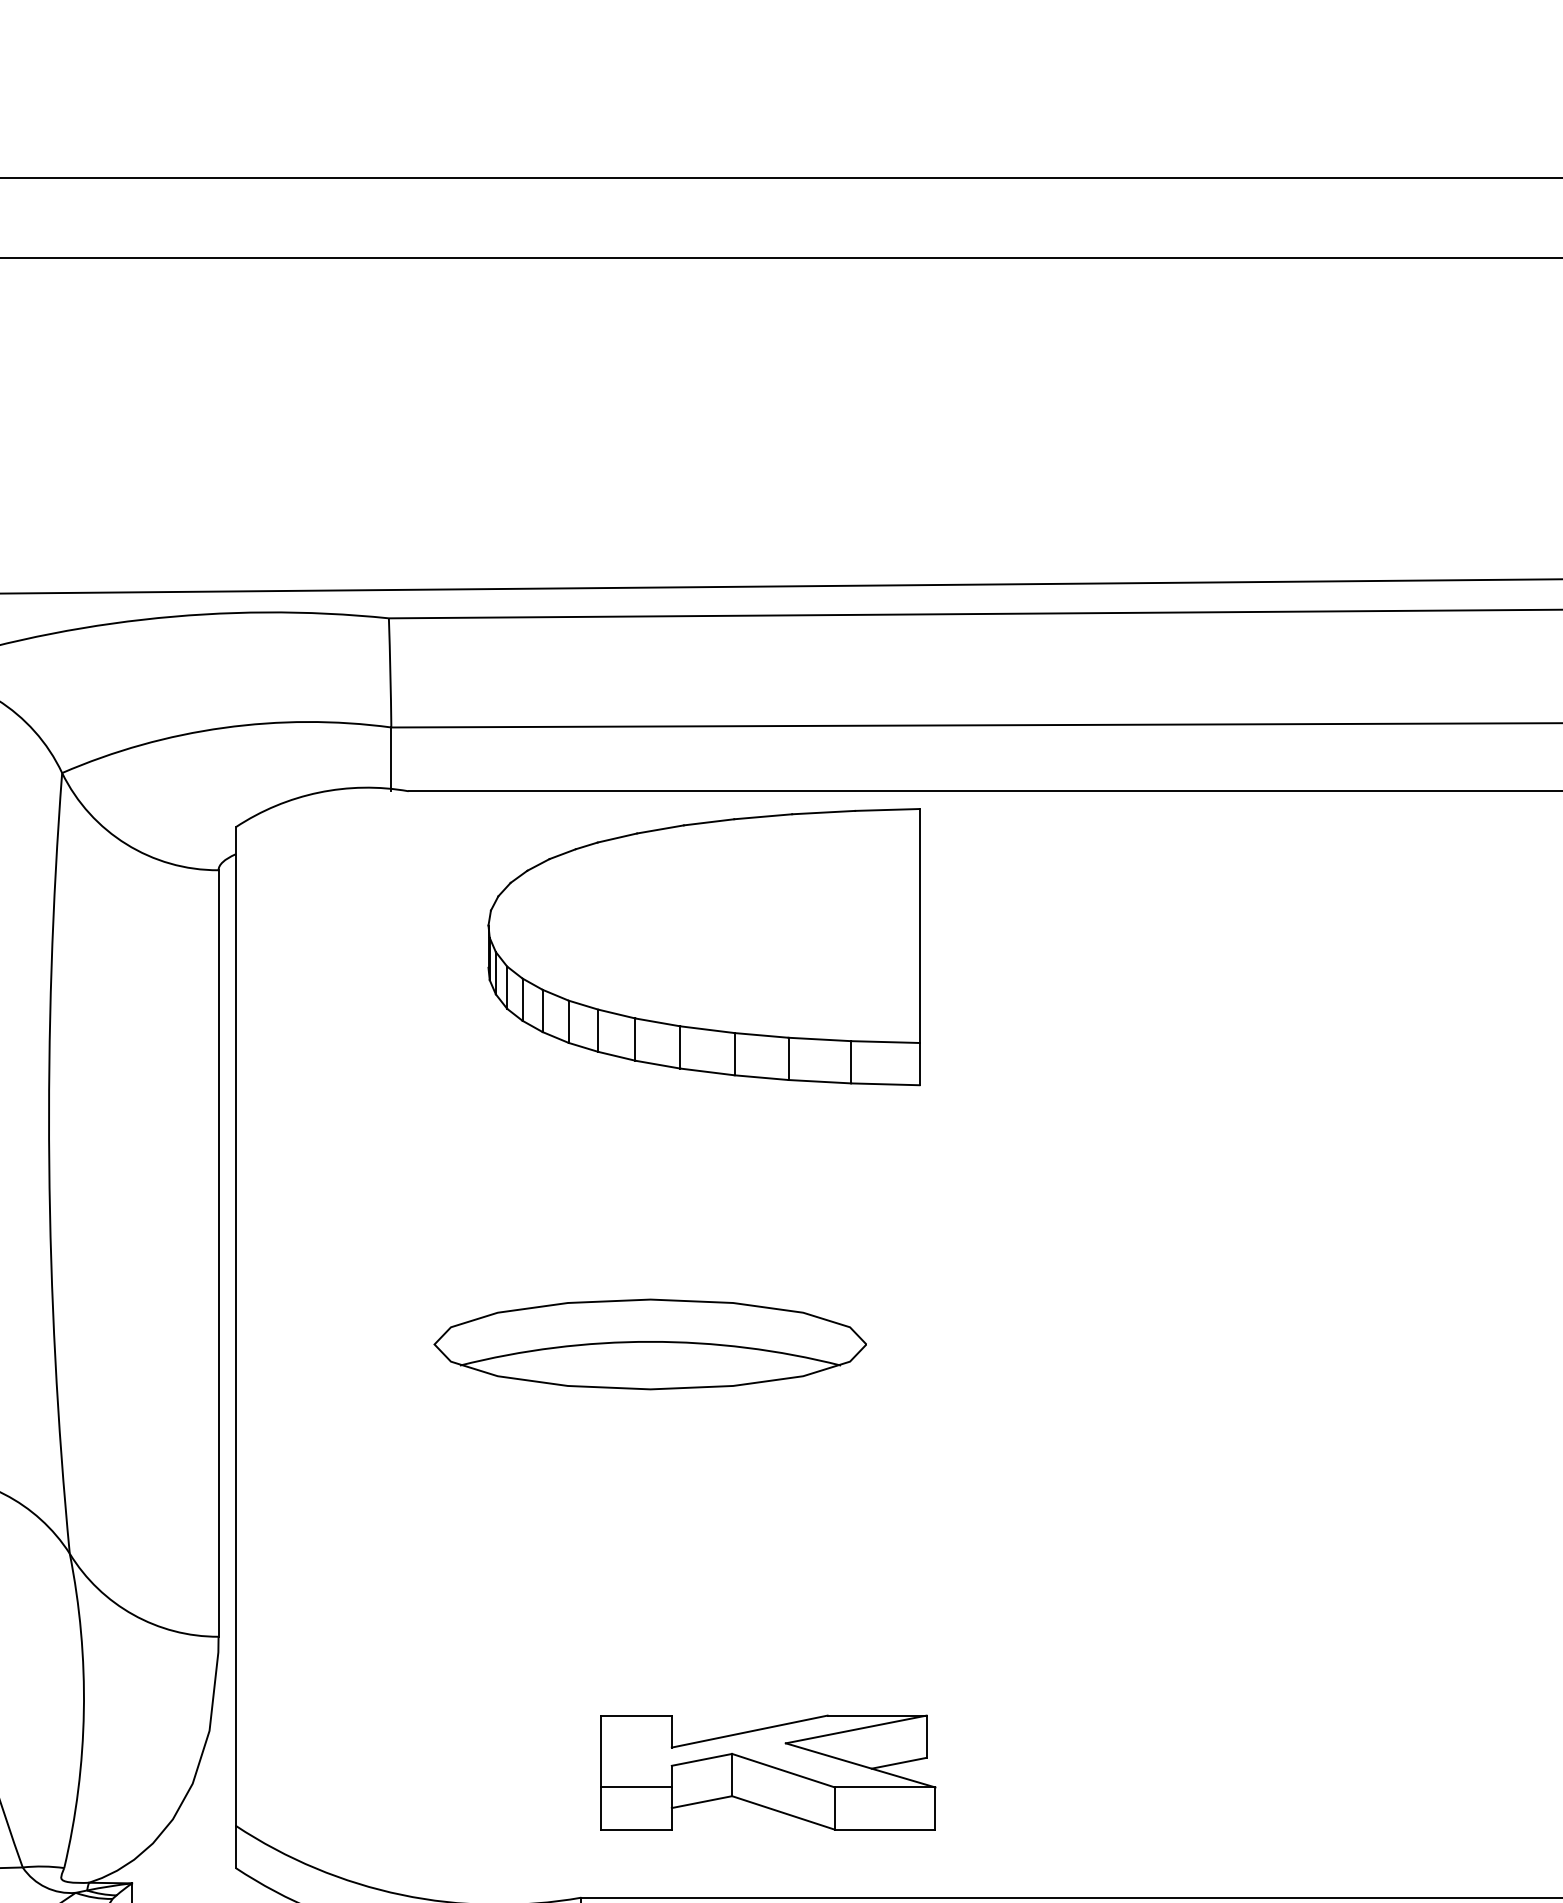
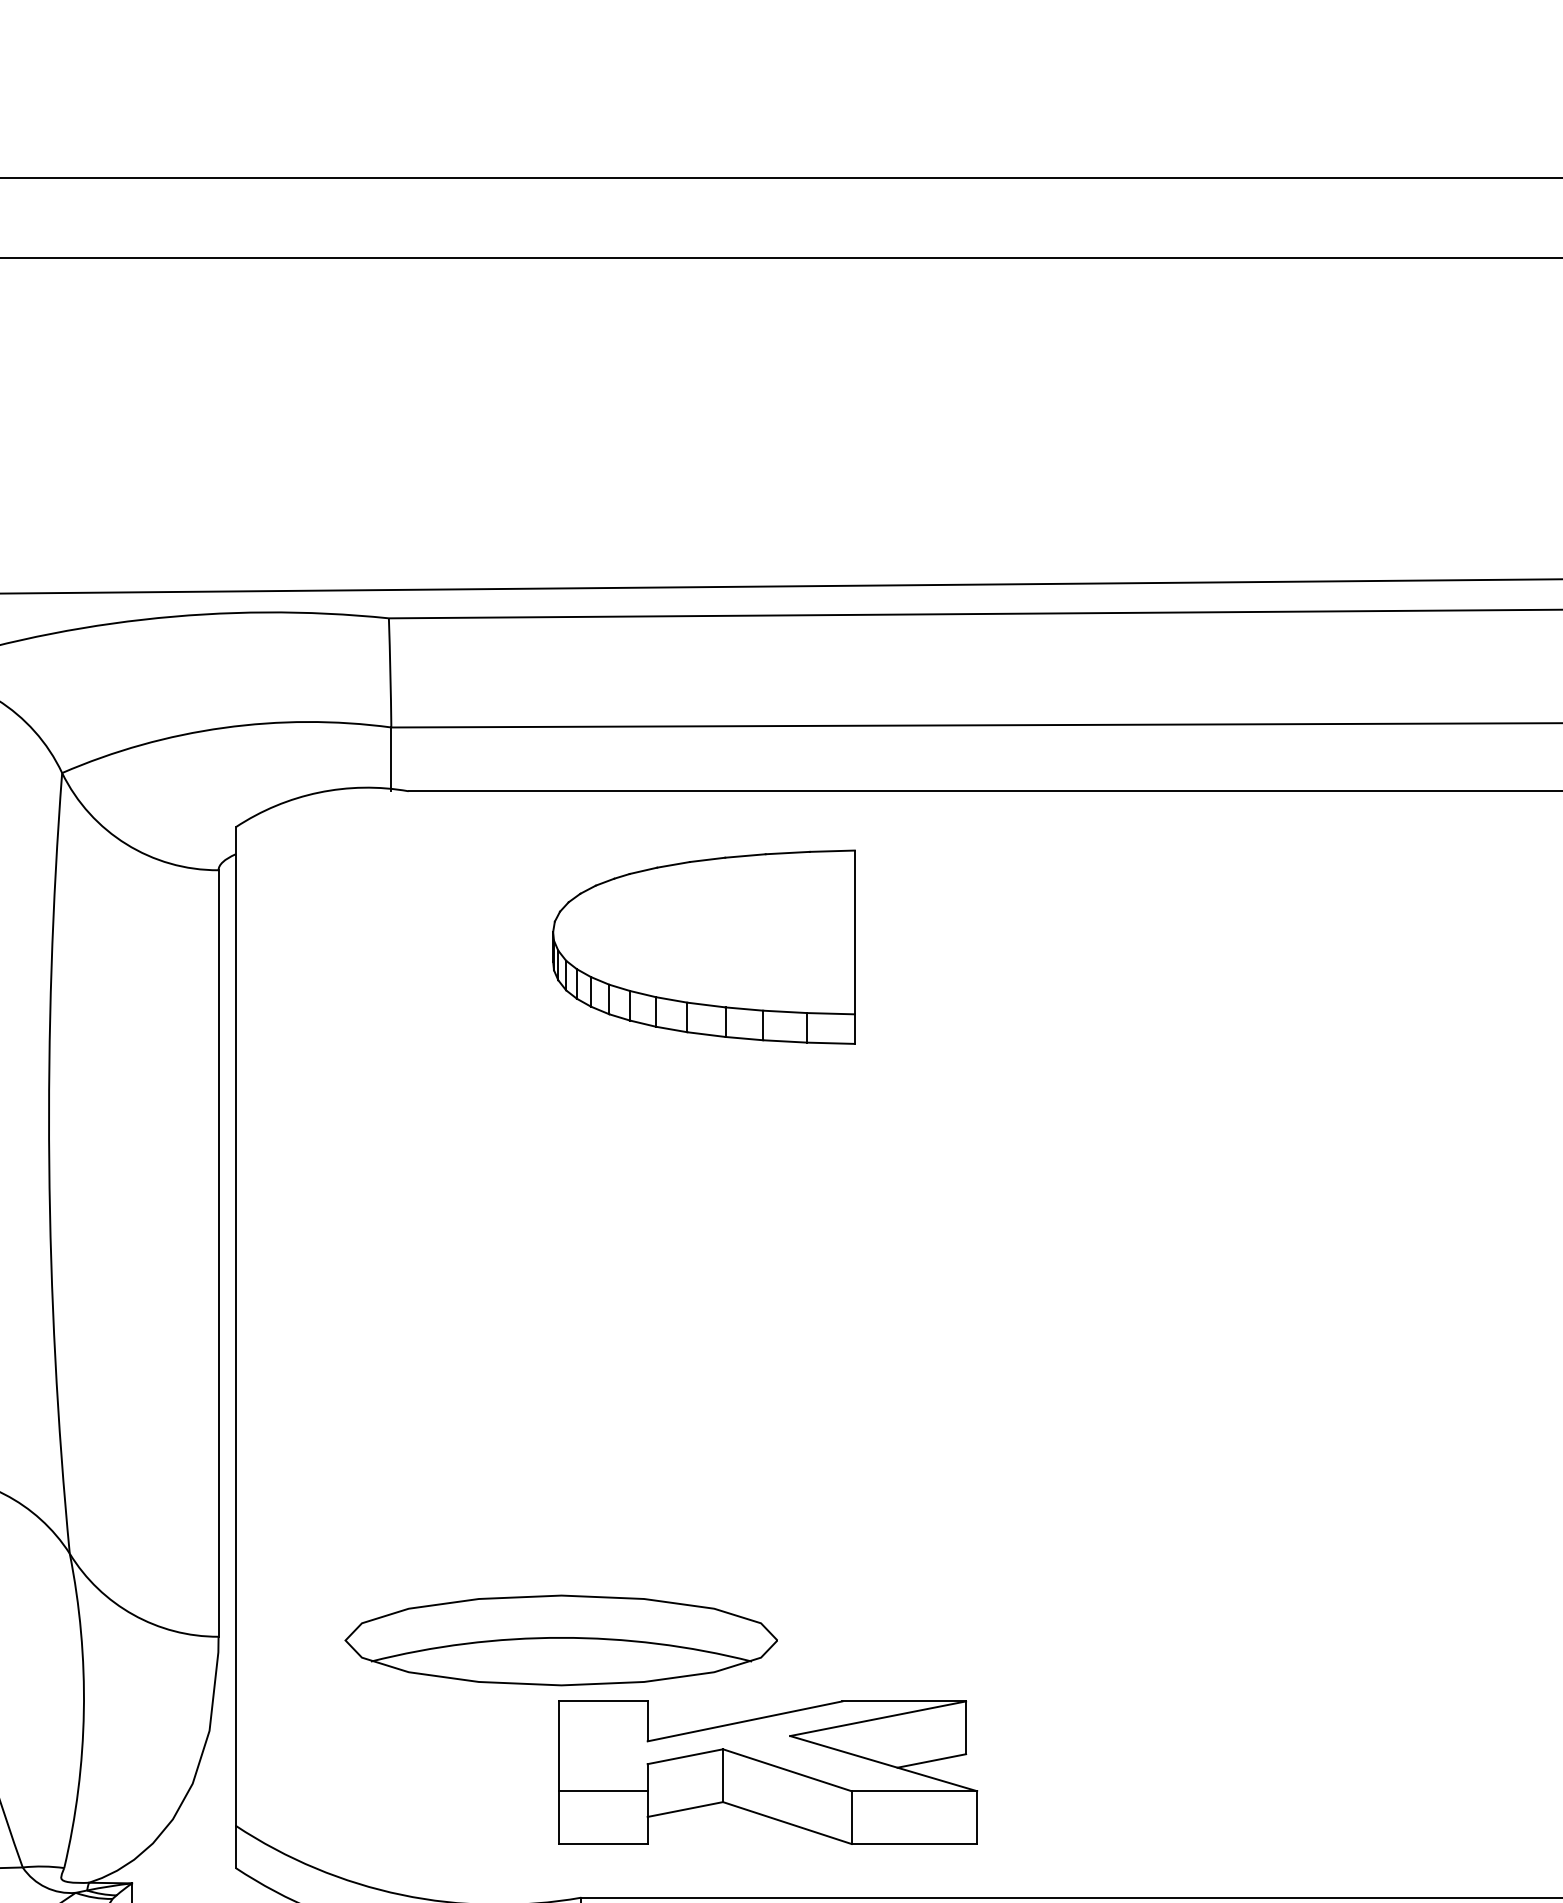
part at (703, 947) size: 434x279 px -> 304x196 px
part at (649, 1344) position: (649, 1344) -> (560, 1640)
part at (768, 1772) size: 337x117 px -> 421x145 px
